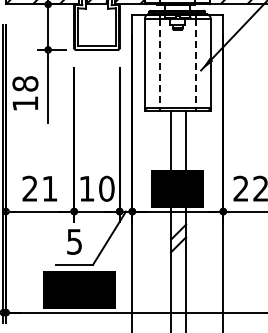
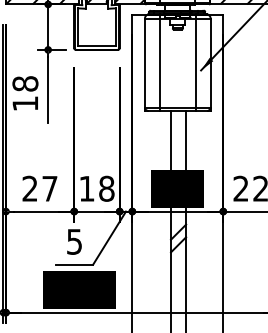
line at (160, 63): dashed -> solid
line at (195, 63): dashed -> solid
text at (49, 188): 21 -> 27
text at (106, 188): 10 -> 18
